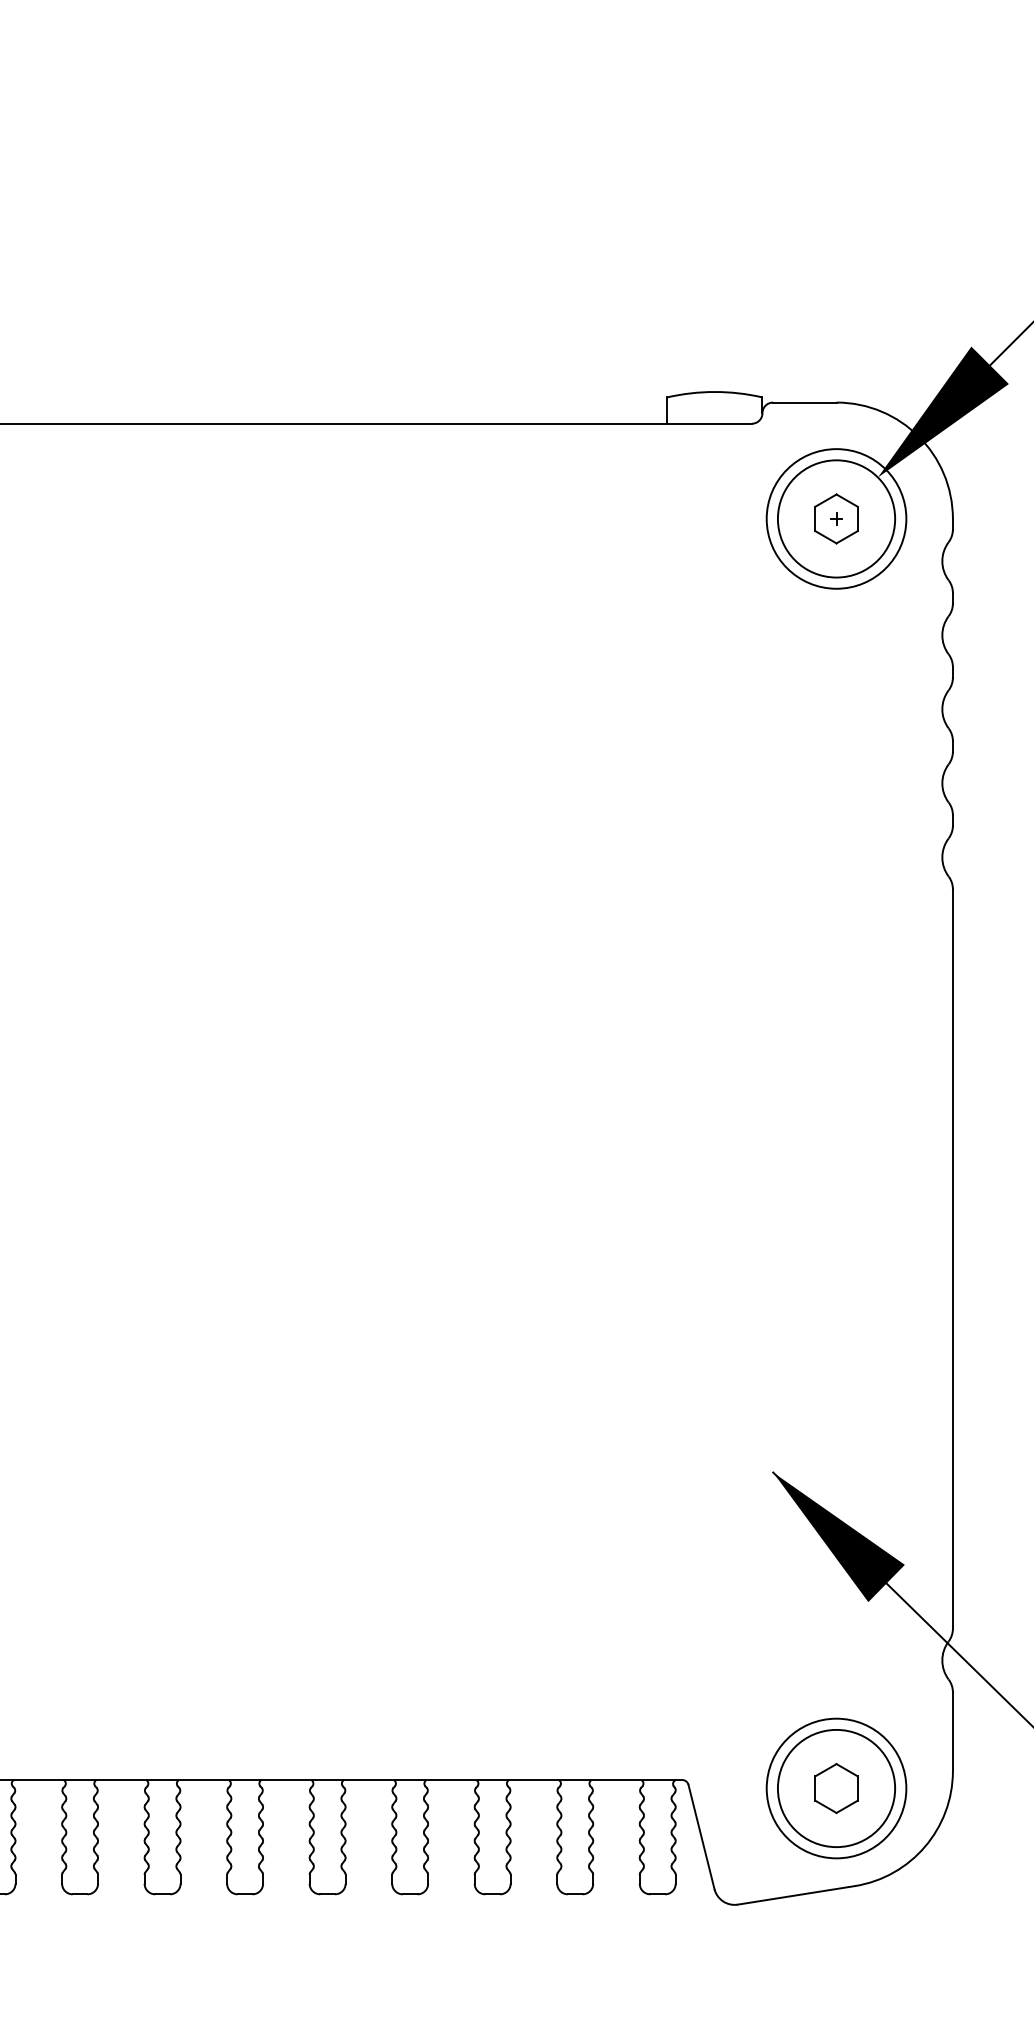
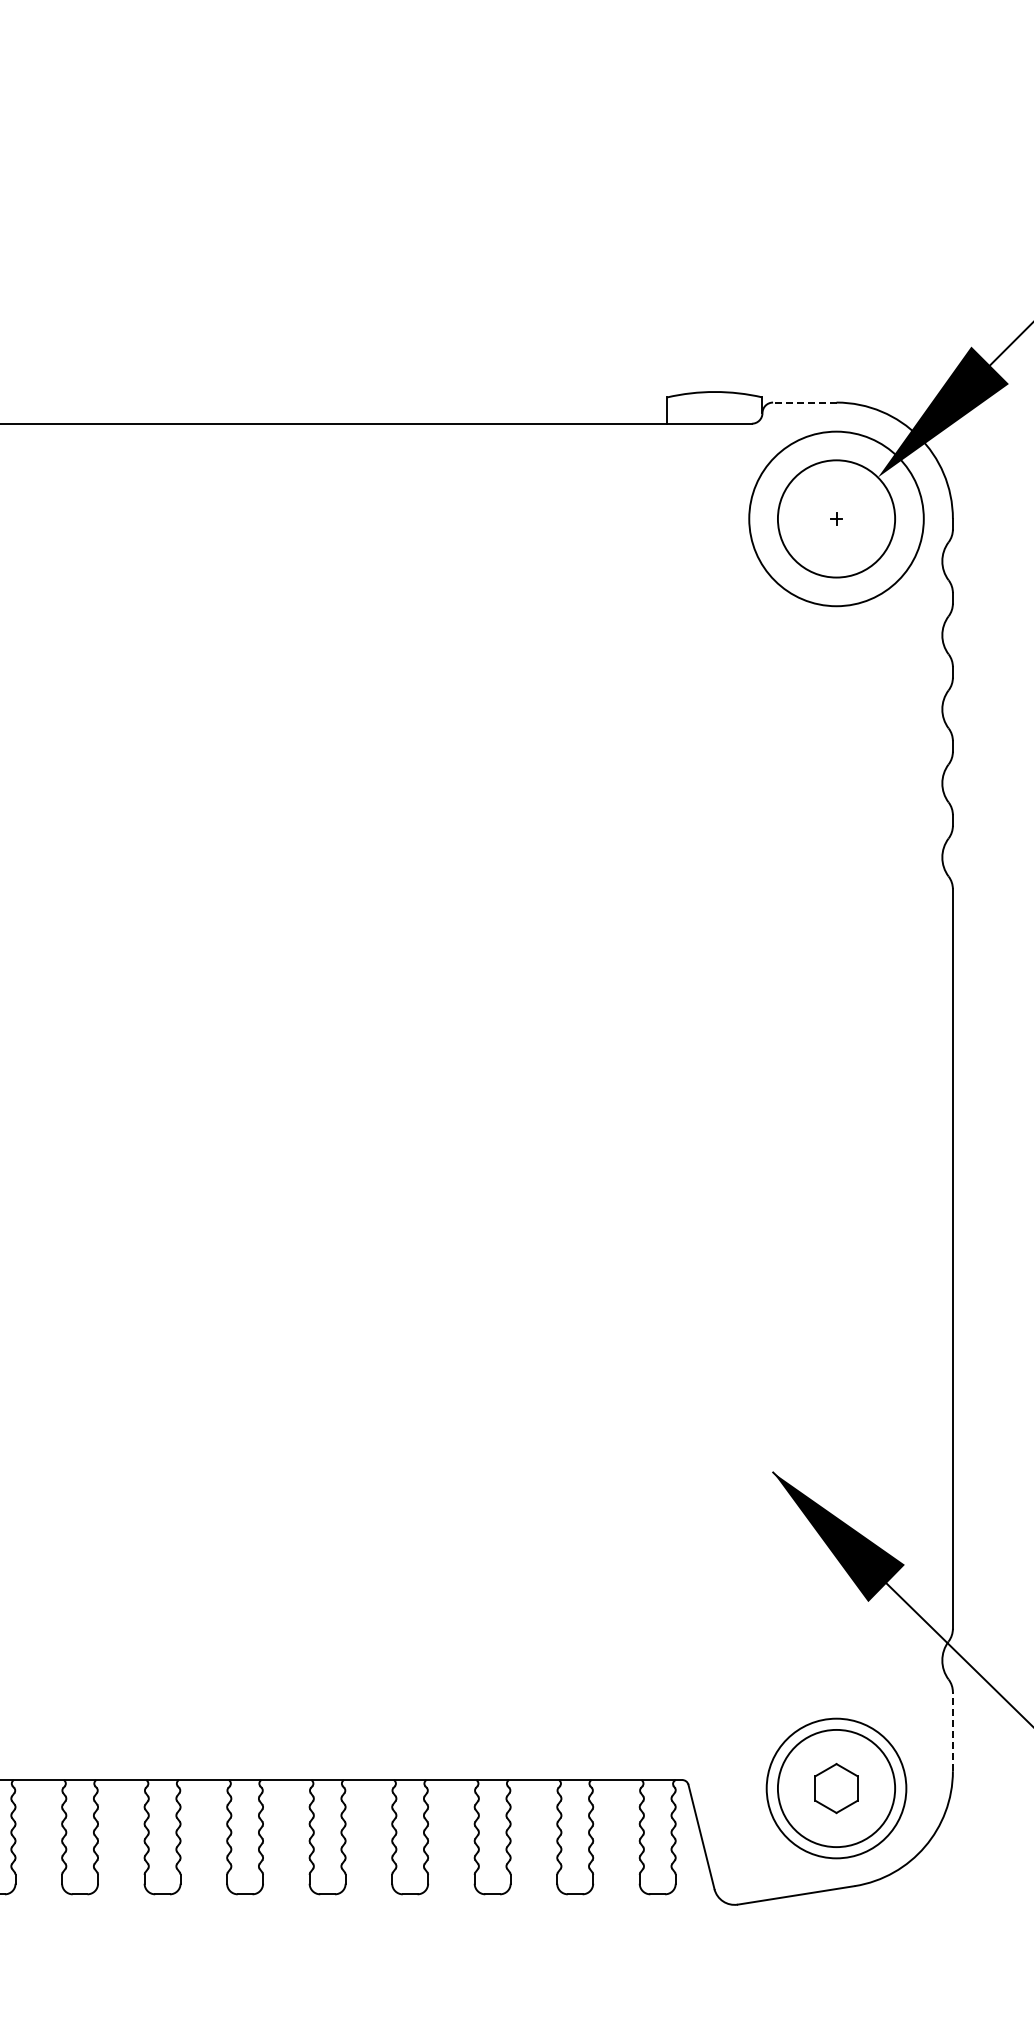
line at (804, 402): solid -> dashed
circle at (836, 518) diameter: 140 px -> 175 px
part at (836, 518): present -> none
line at (952, 1731): solid -> dashed
